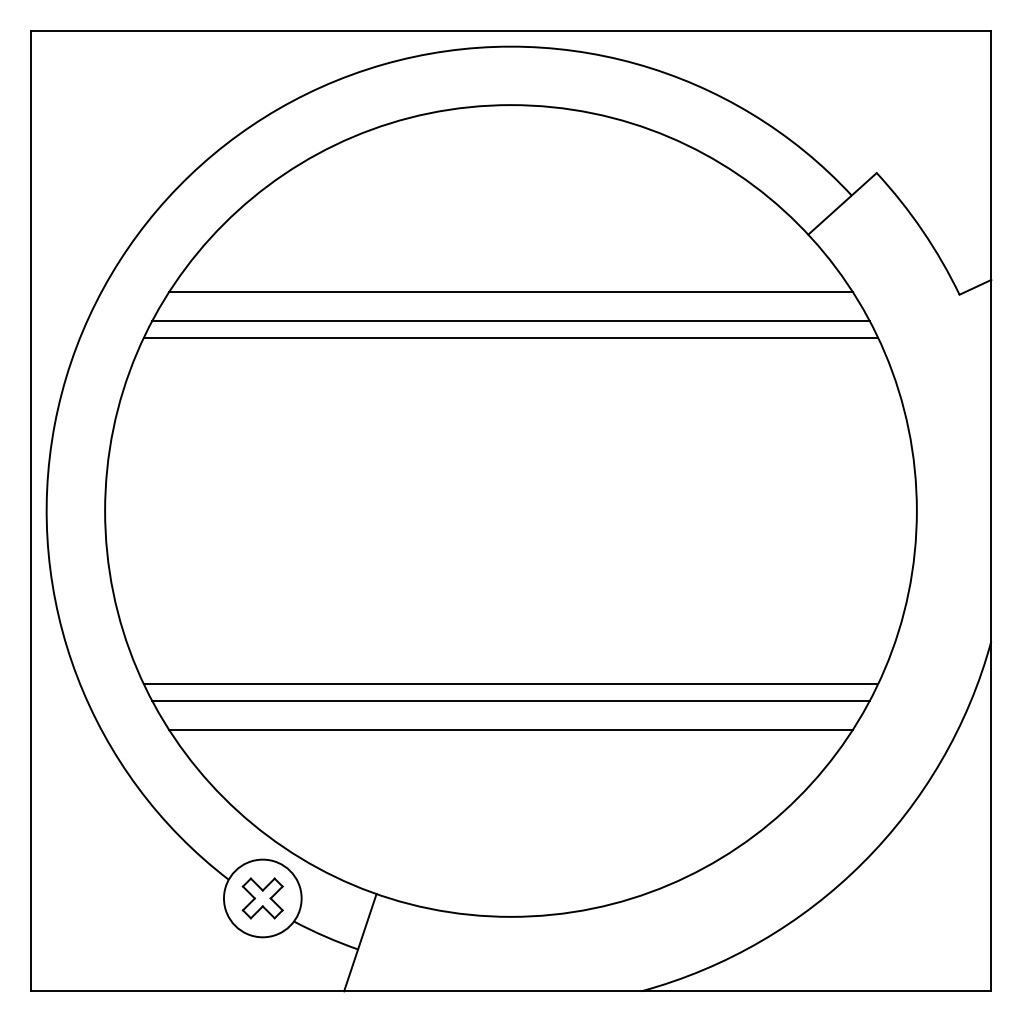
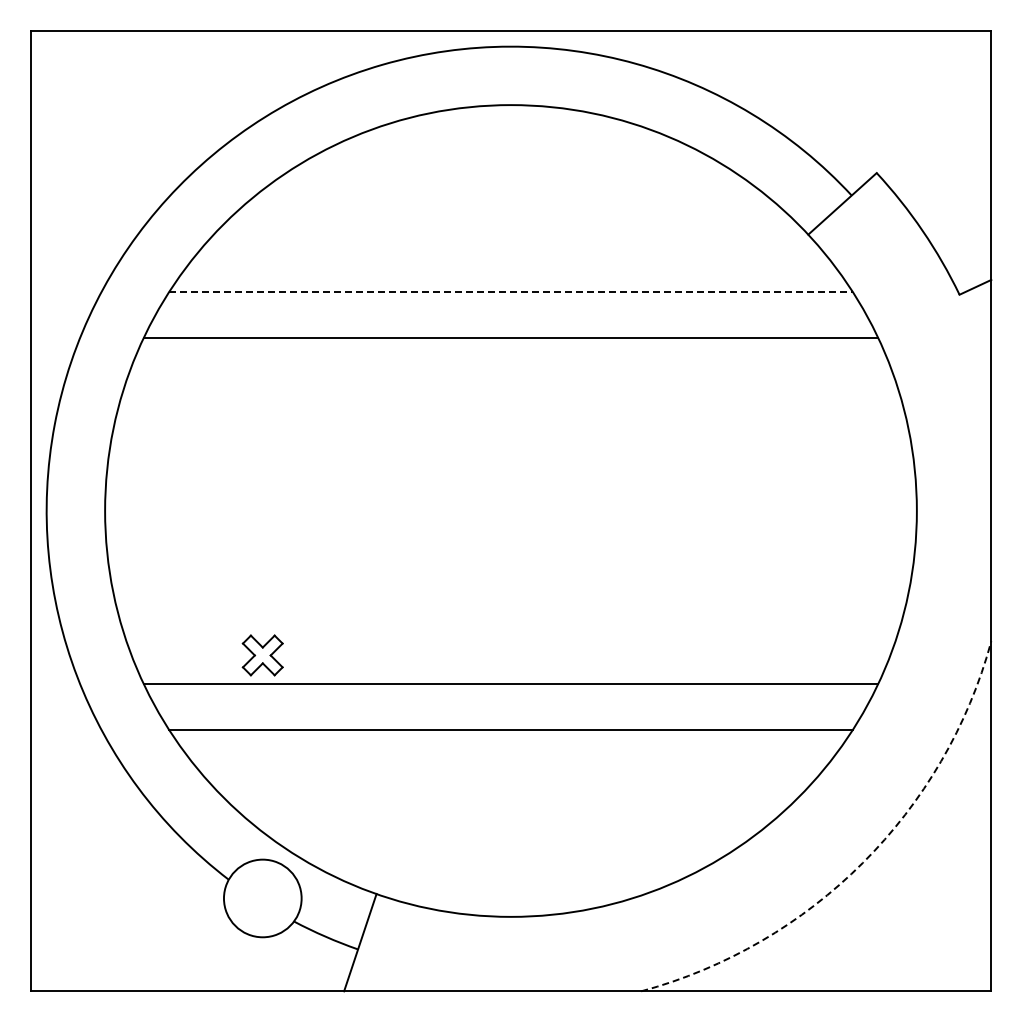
line at (510, 292): solid -> dashed
line at (510, 321): present -> none
line at (510, 700): present -> none
arc at (862, 862): solid -> dashed
part at (262, 898) position: (262, 898) -> (262, 655)
